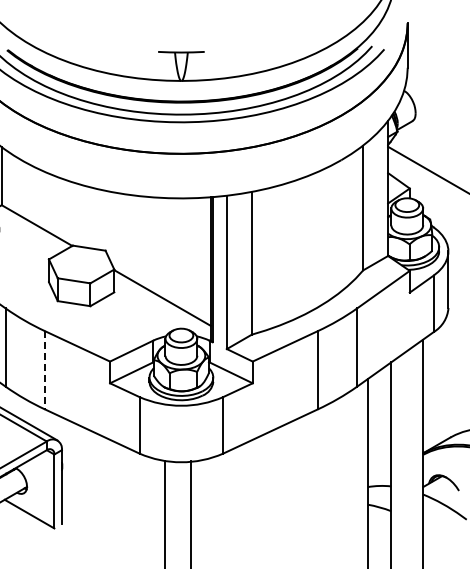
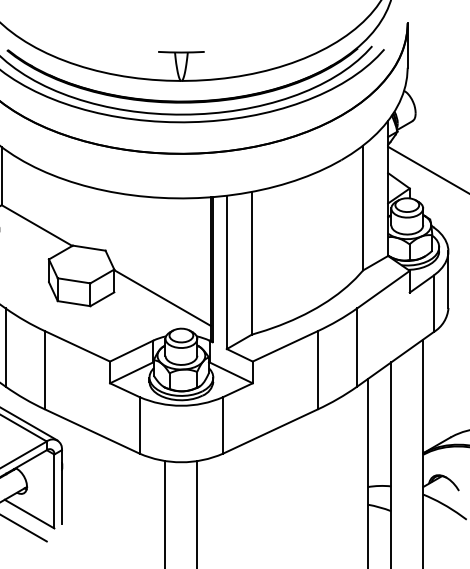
line at (45, 370): dashed -> solid
line at (191, 513) position: (191, 513) -> (197, 513)
line at (24, 528): none -> present
